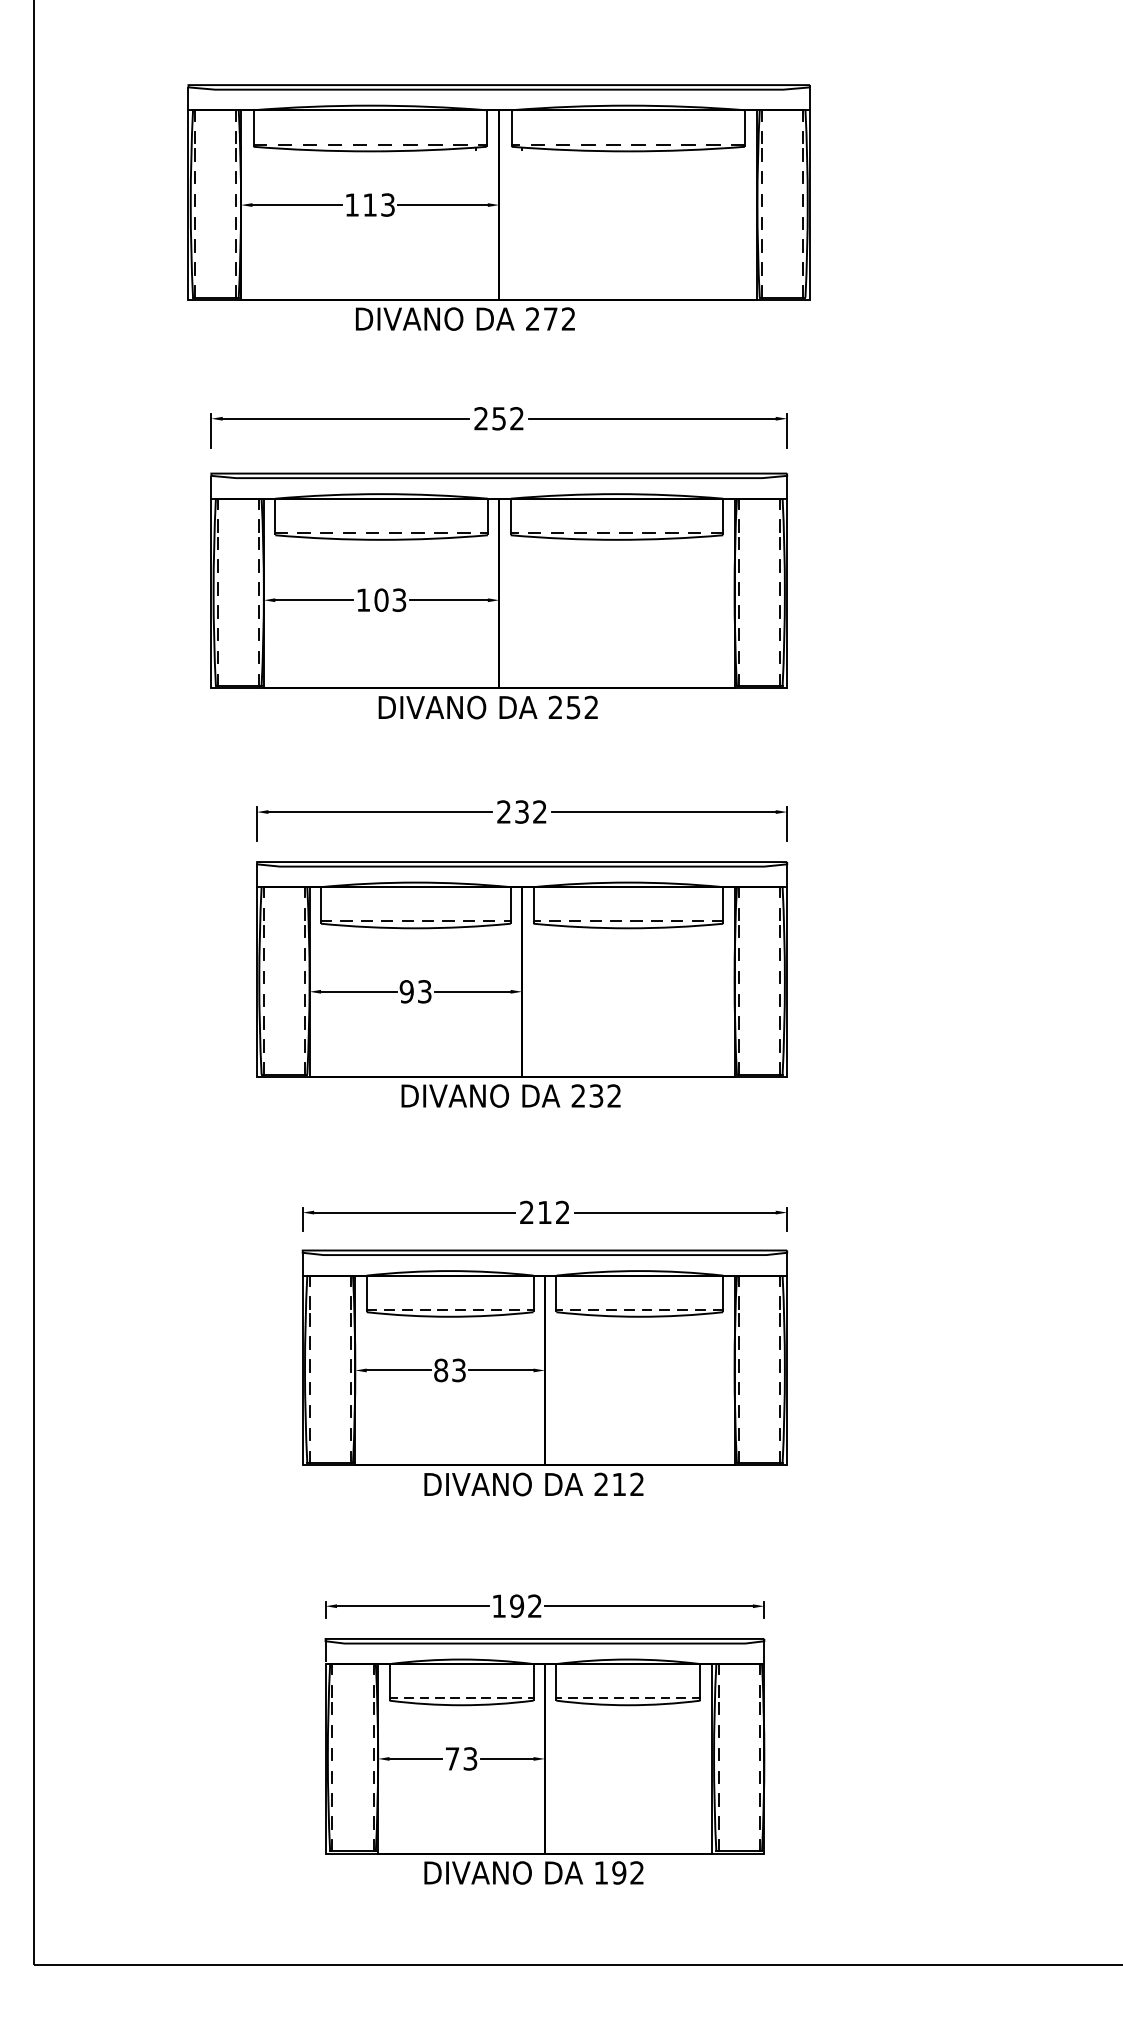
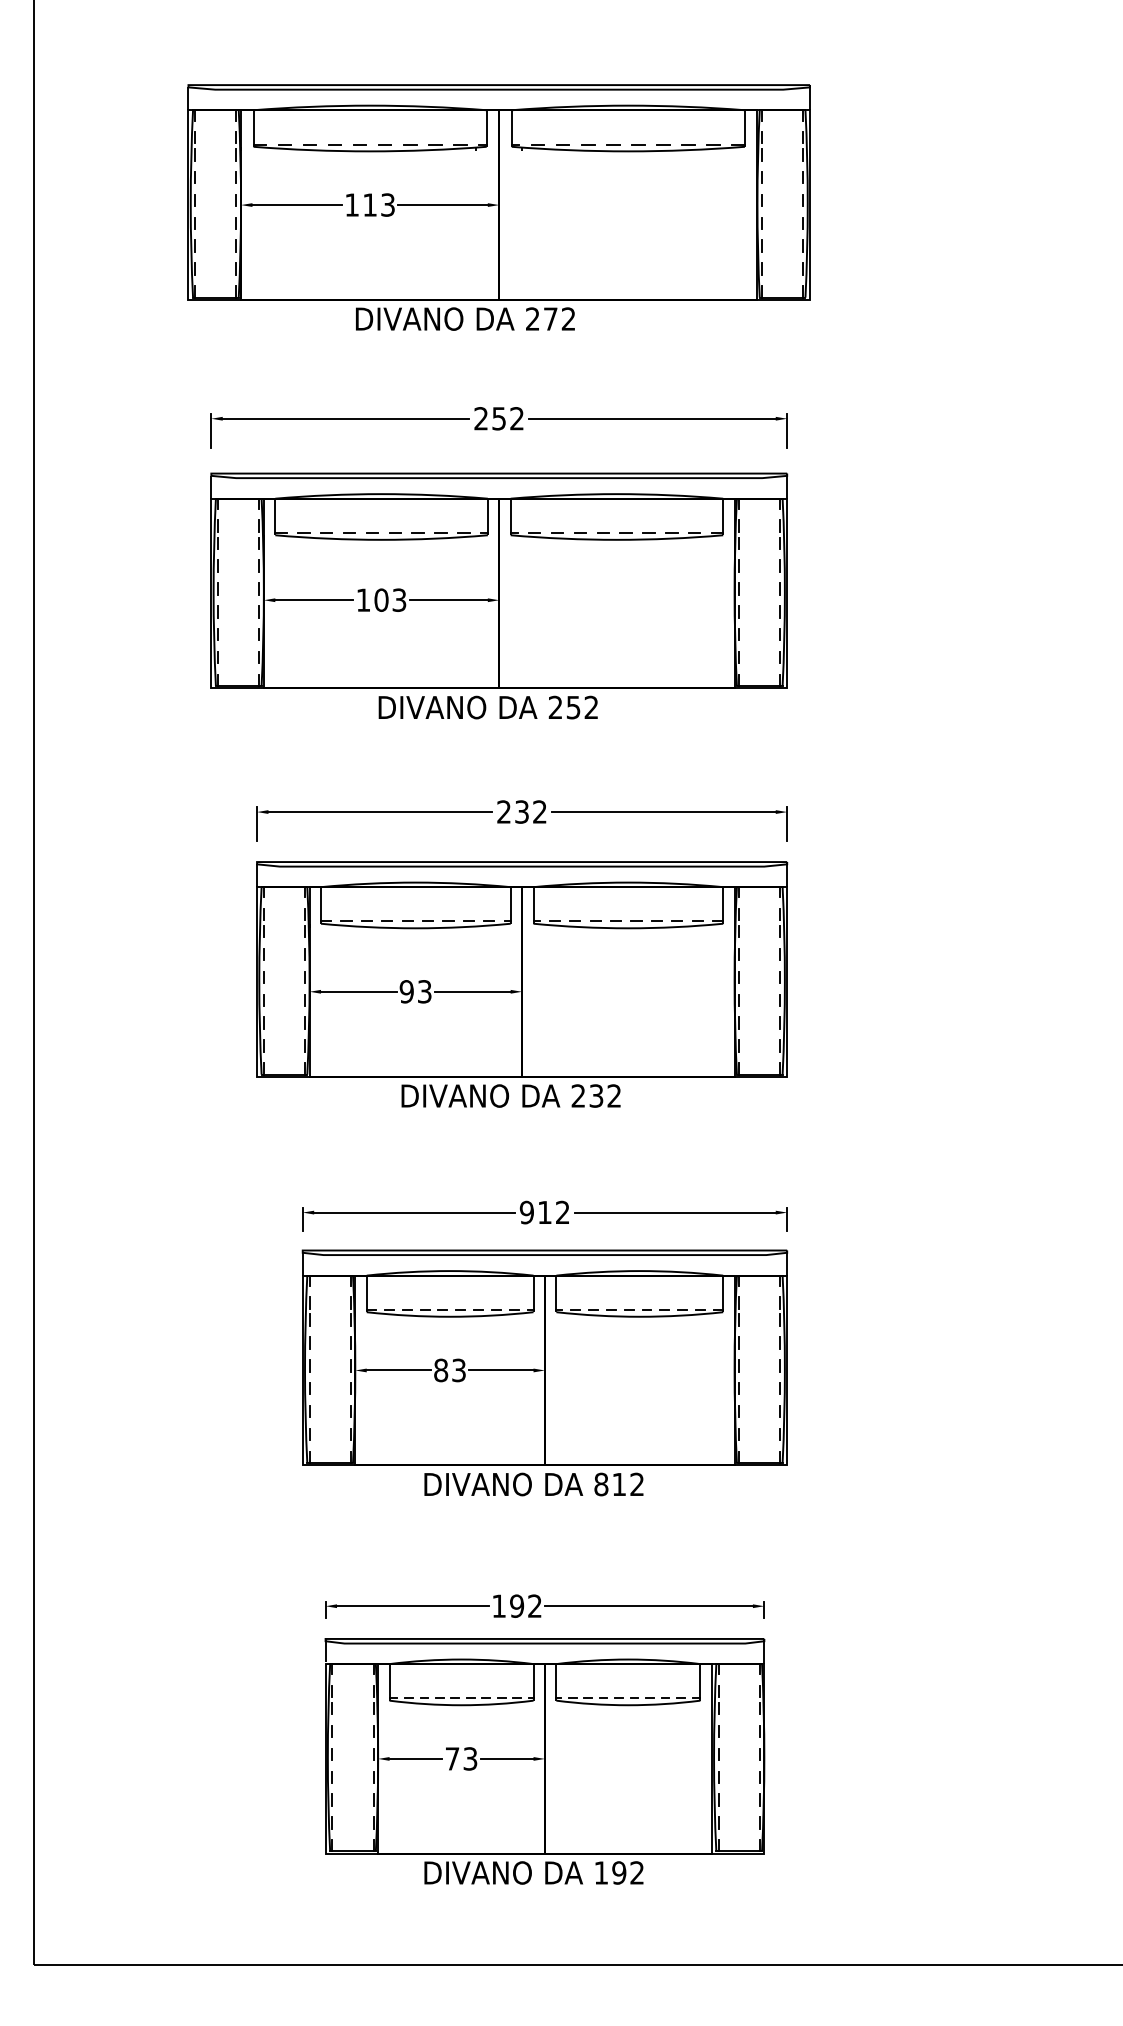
text at (526, 1212): 212 -> 912
text at (601, 1484): 212 -> 812
